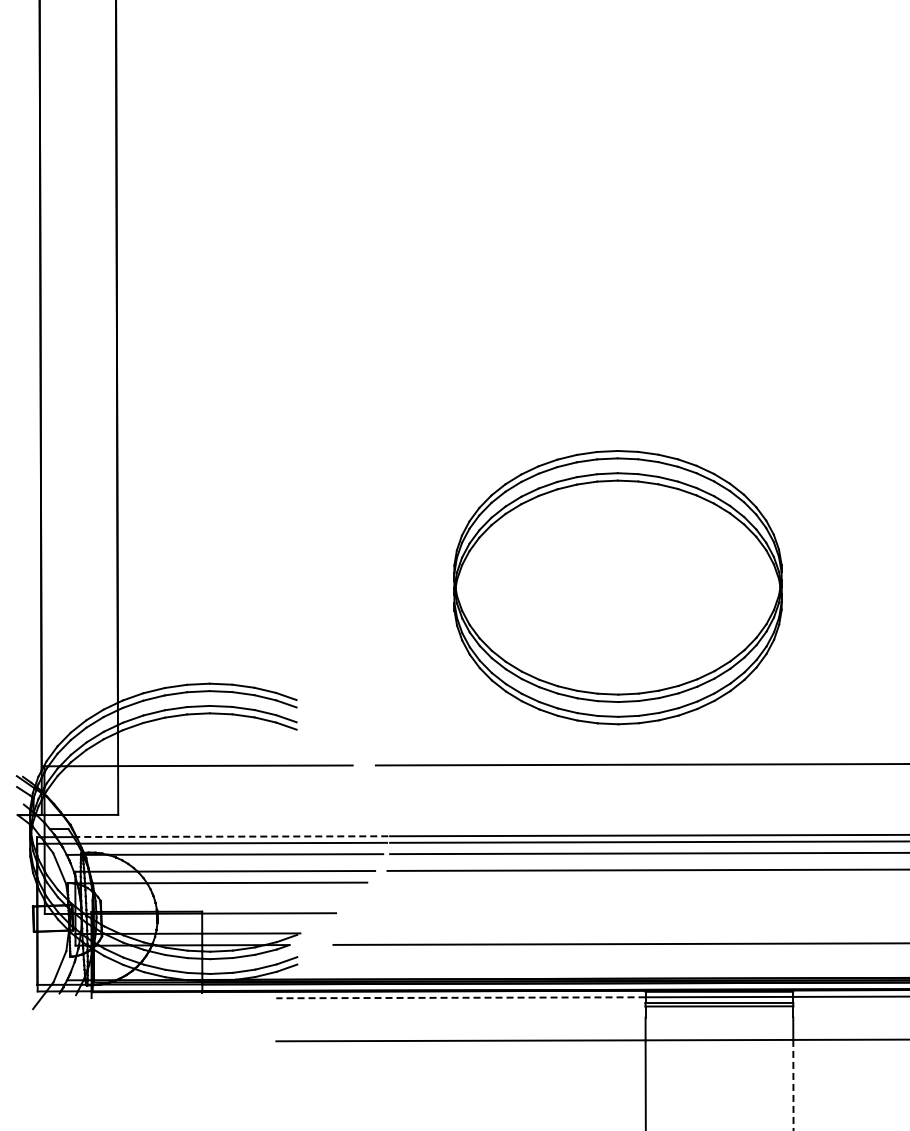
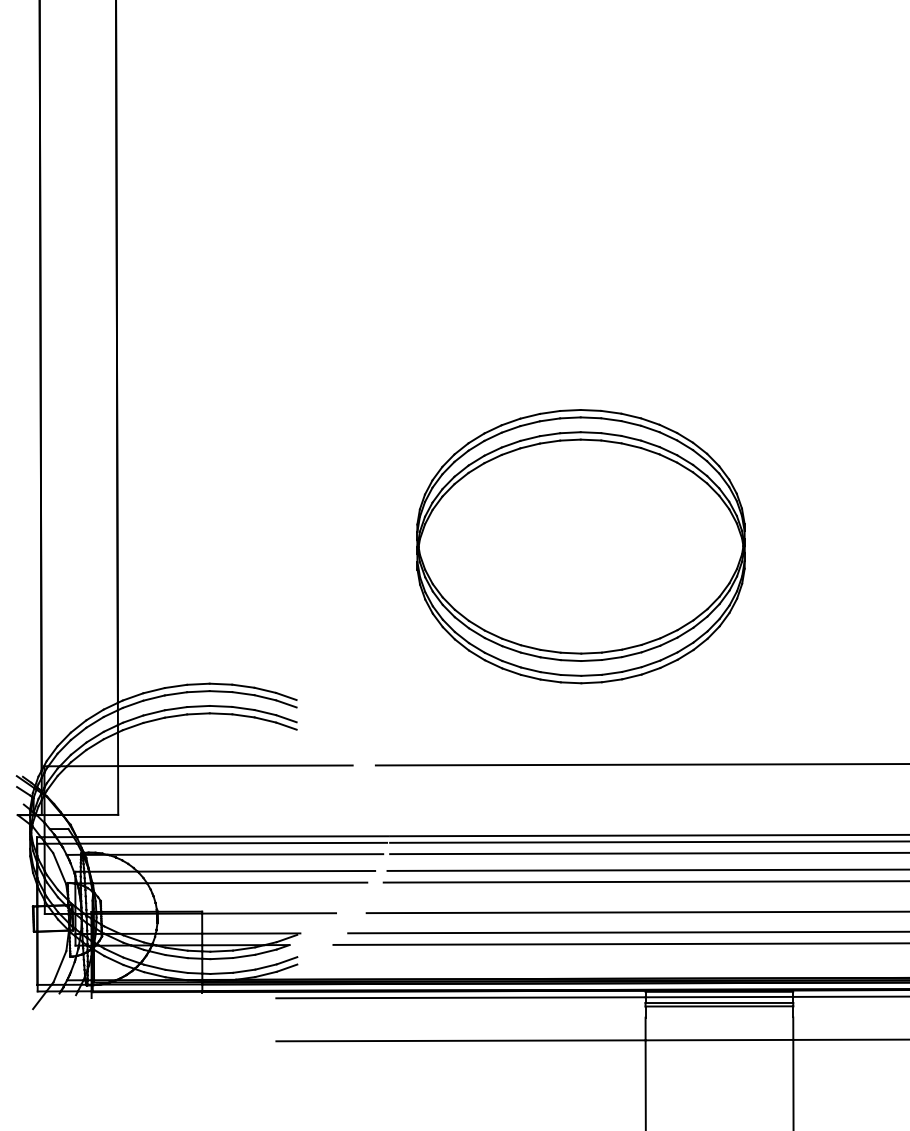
part at (617, 587) position: (617, 587) -> (580, 546)
line at (232, 836): dashed -> solid
line at (644, 881): none -> present
line at (636, 912): none -> present
line at (627, 932): none -> present
line at (460, 997): dashed -> solid
line at (793, 1085): dashed -> solid
